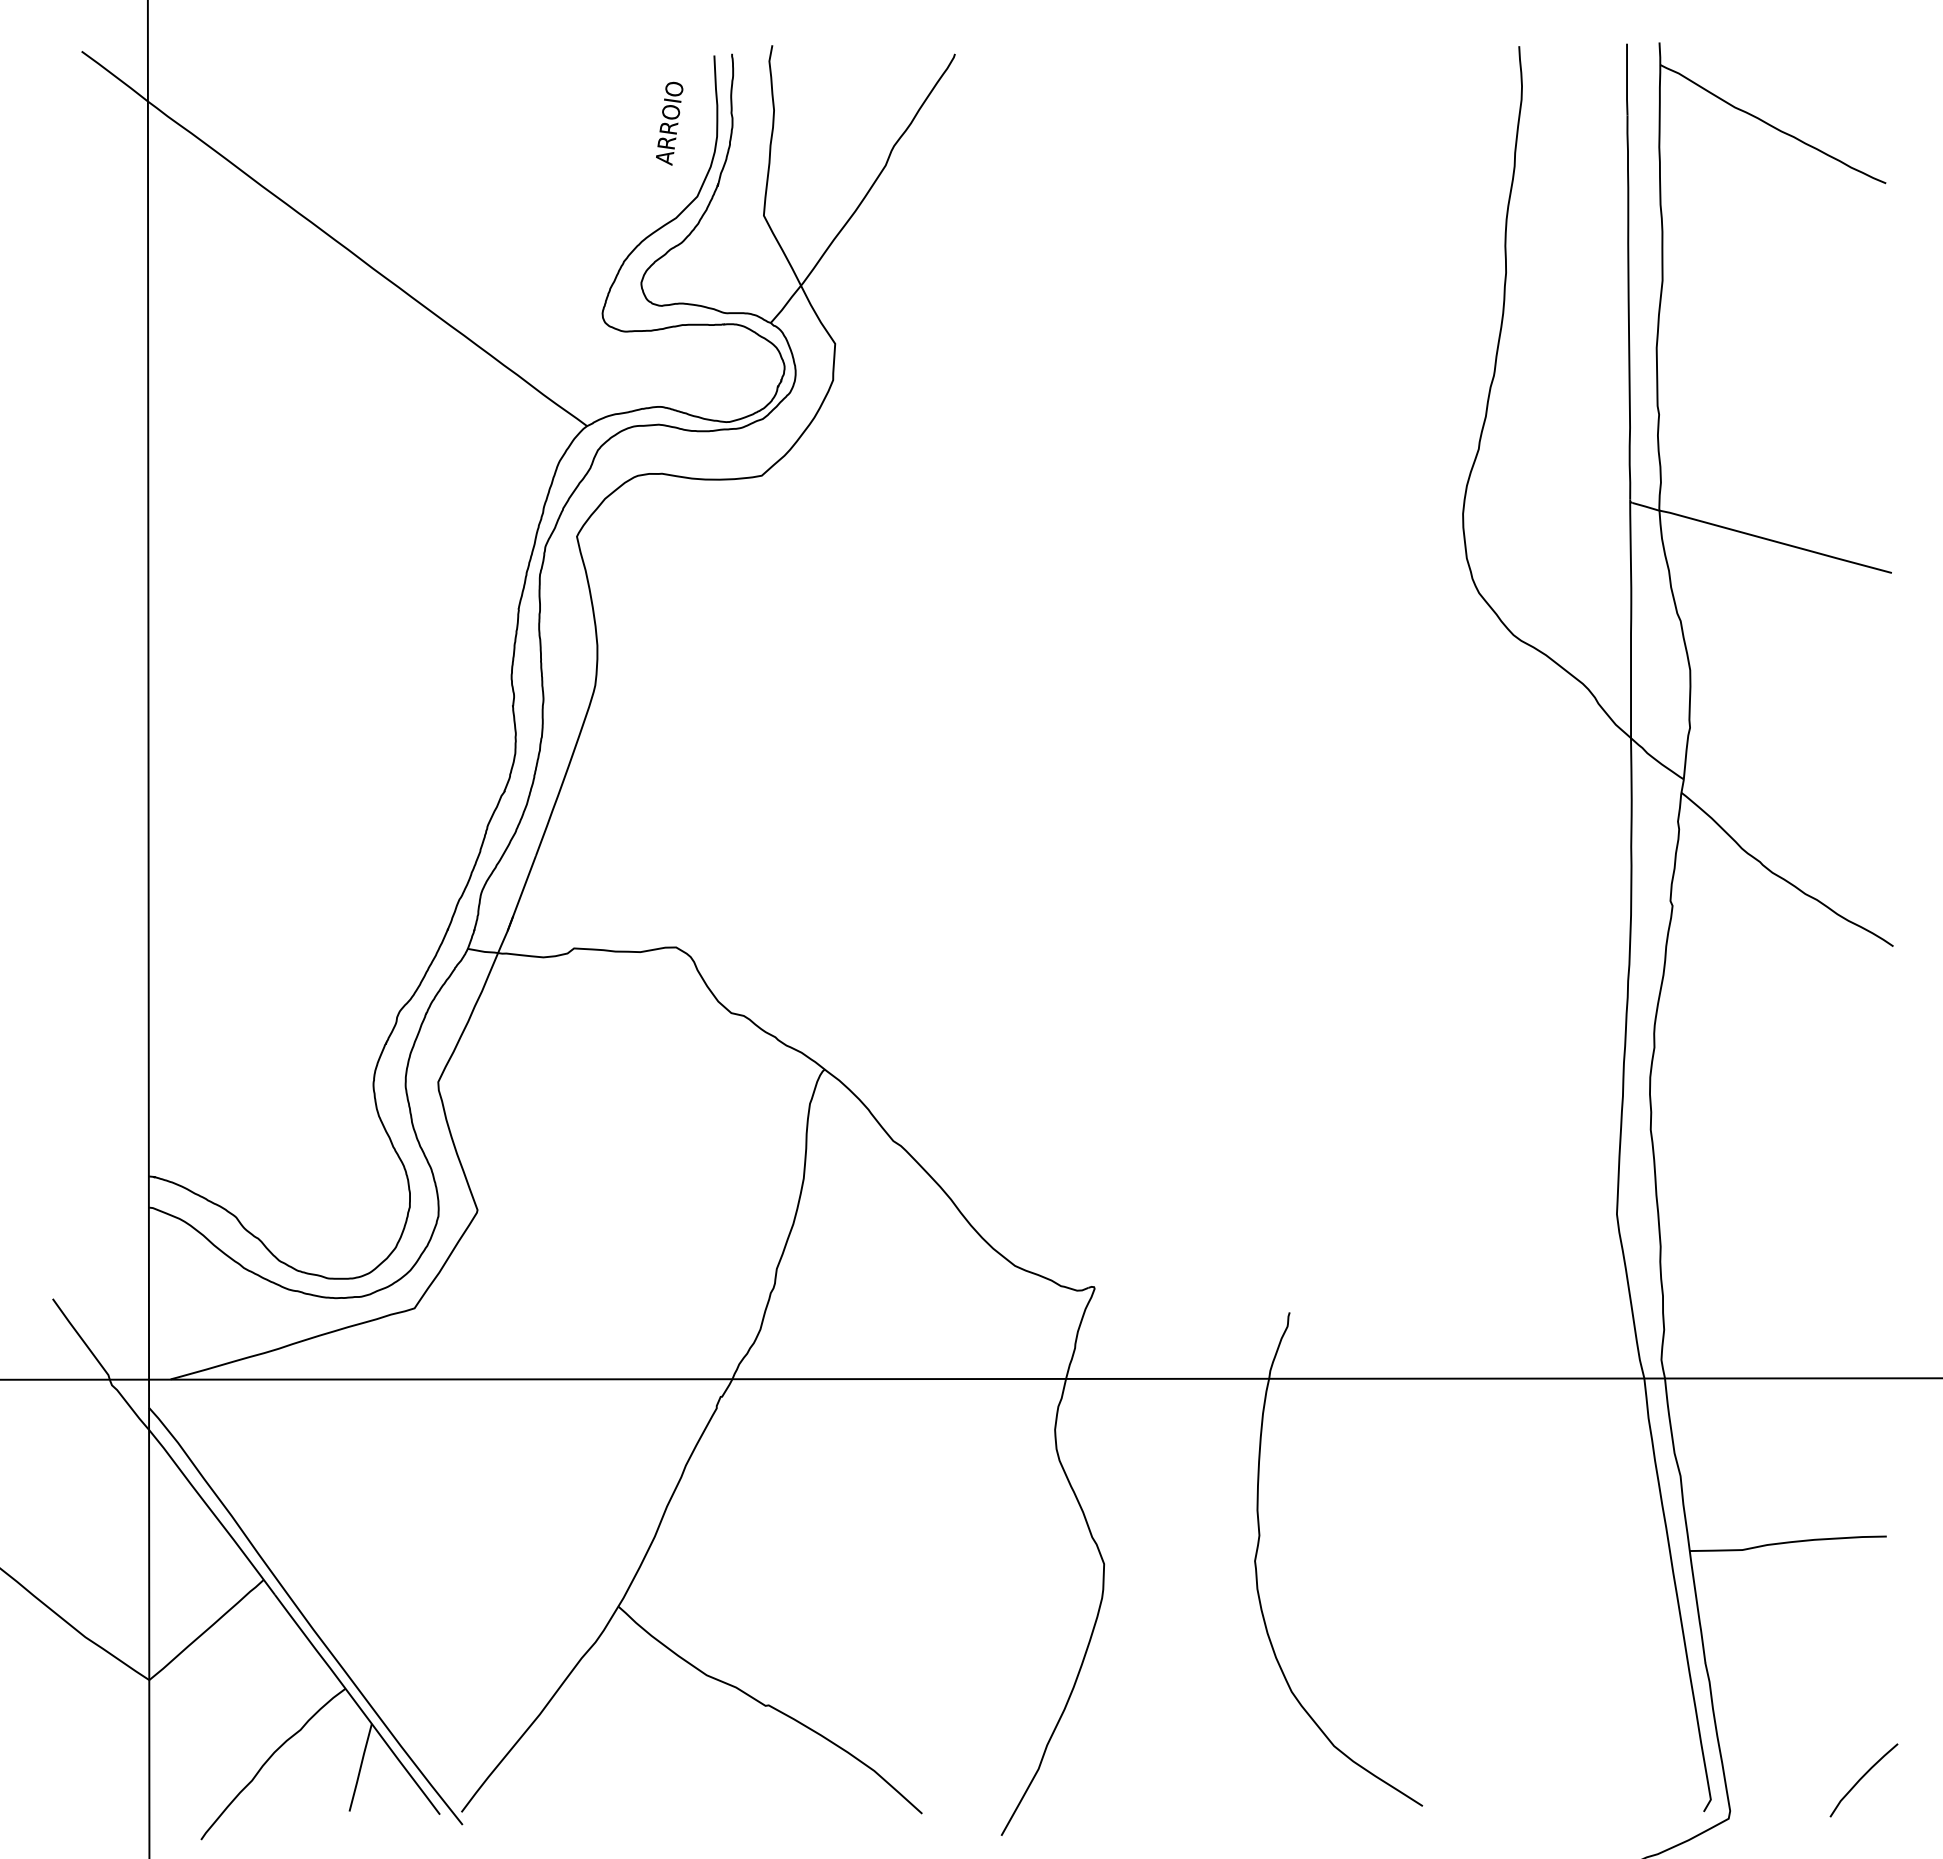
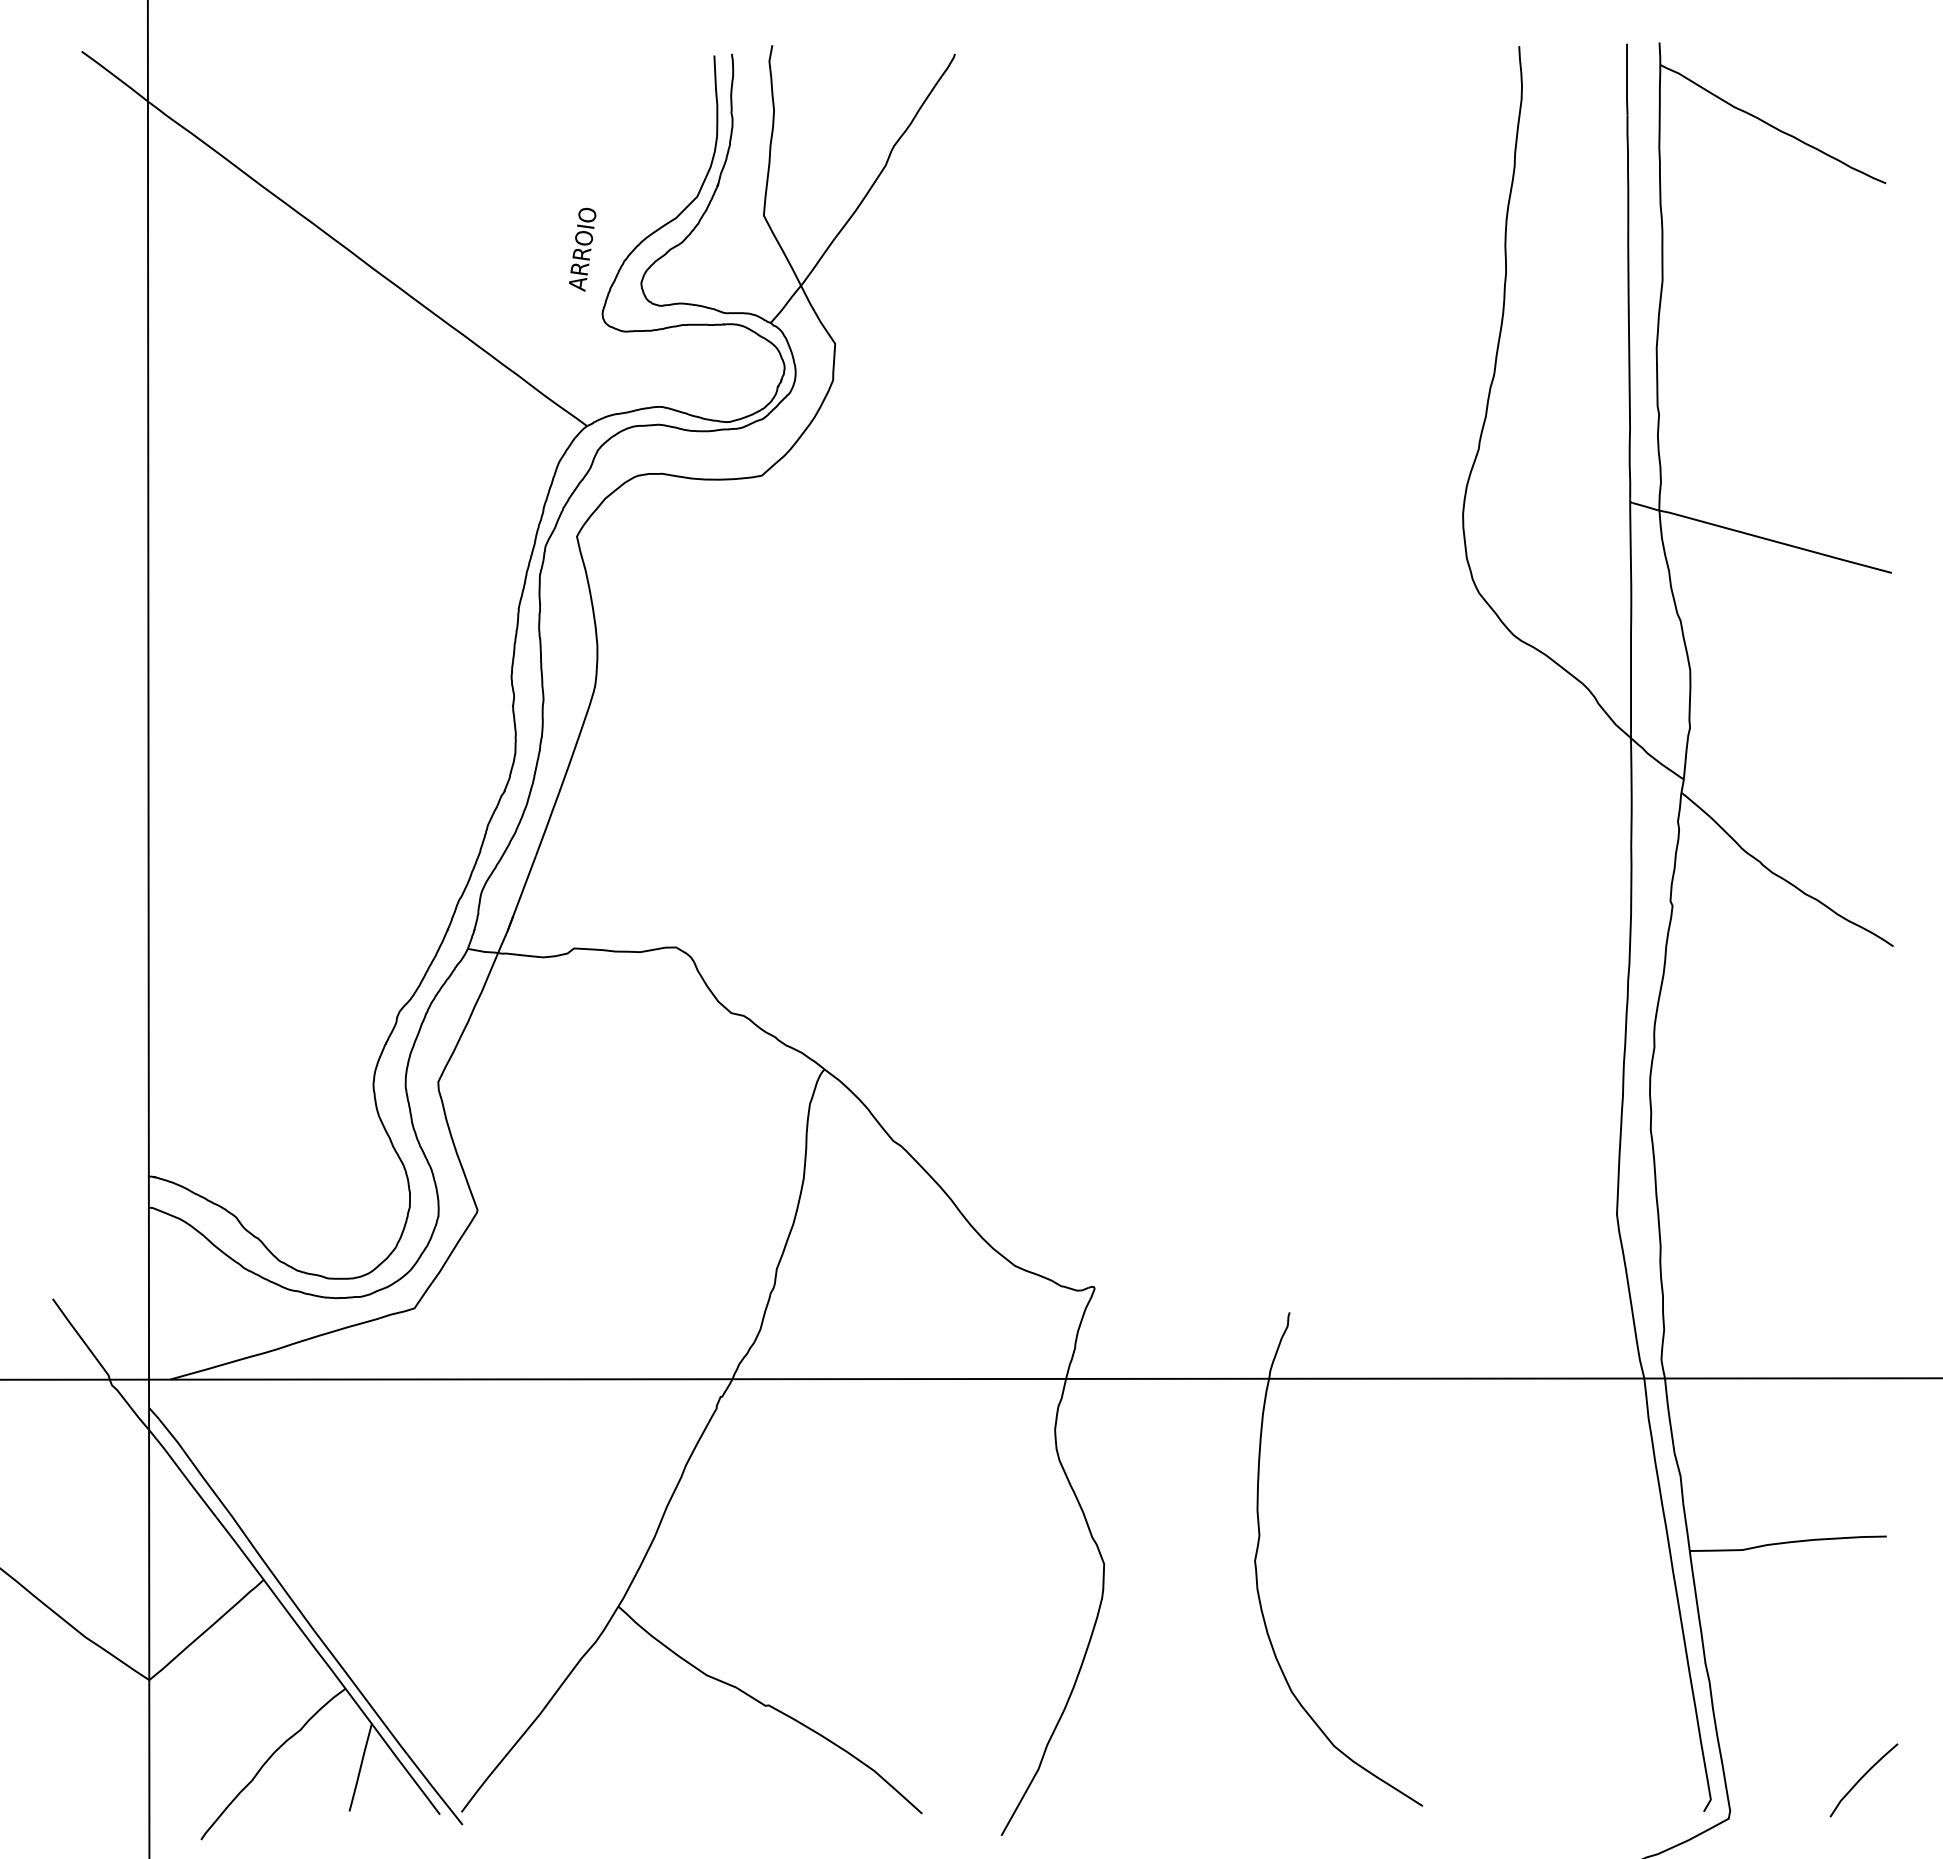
text at (669, 123) position: (669, 123) -> (582, 249)
